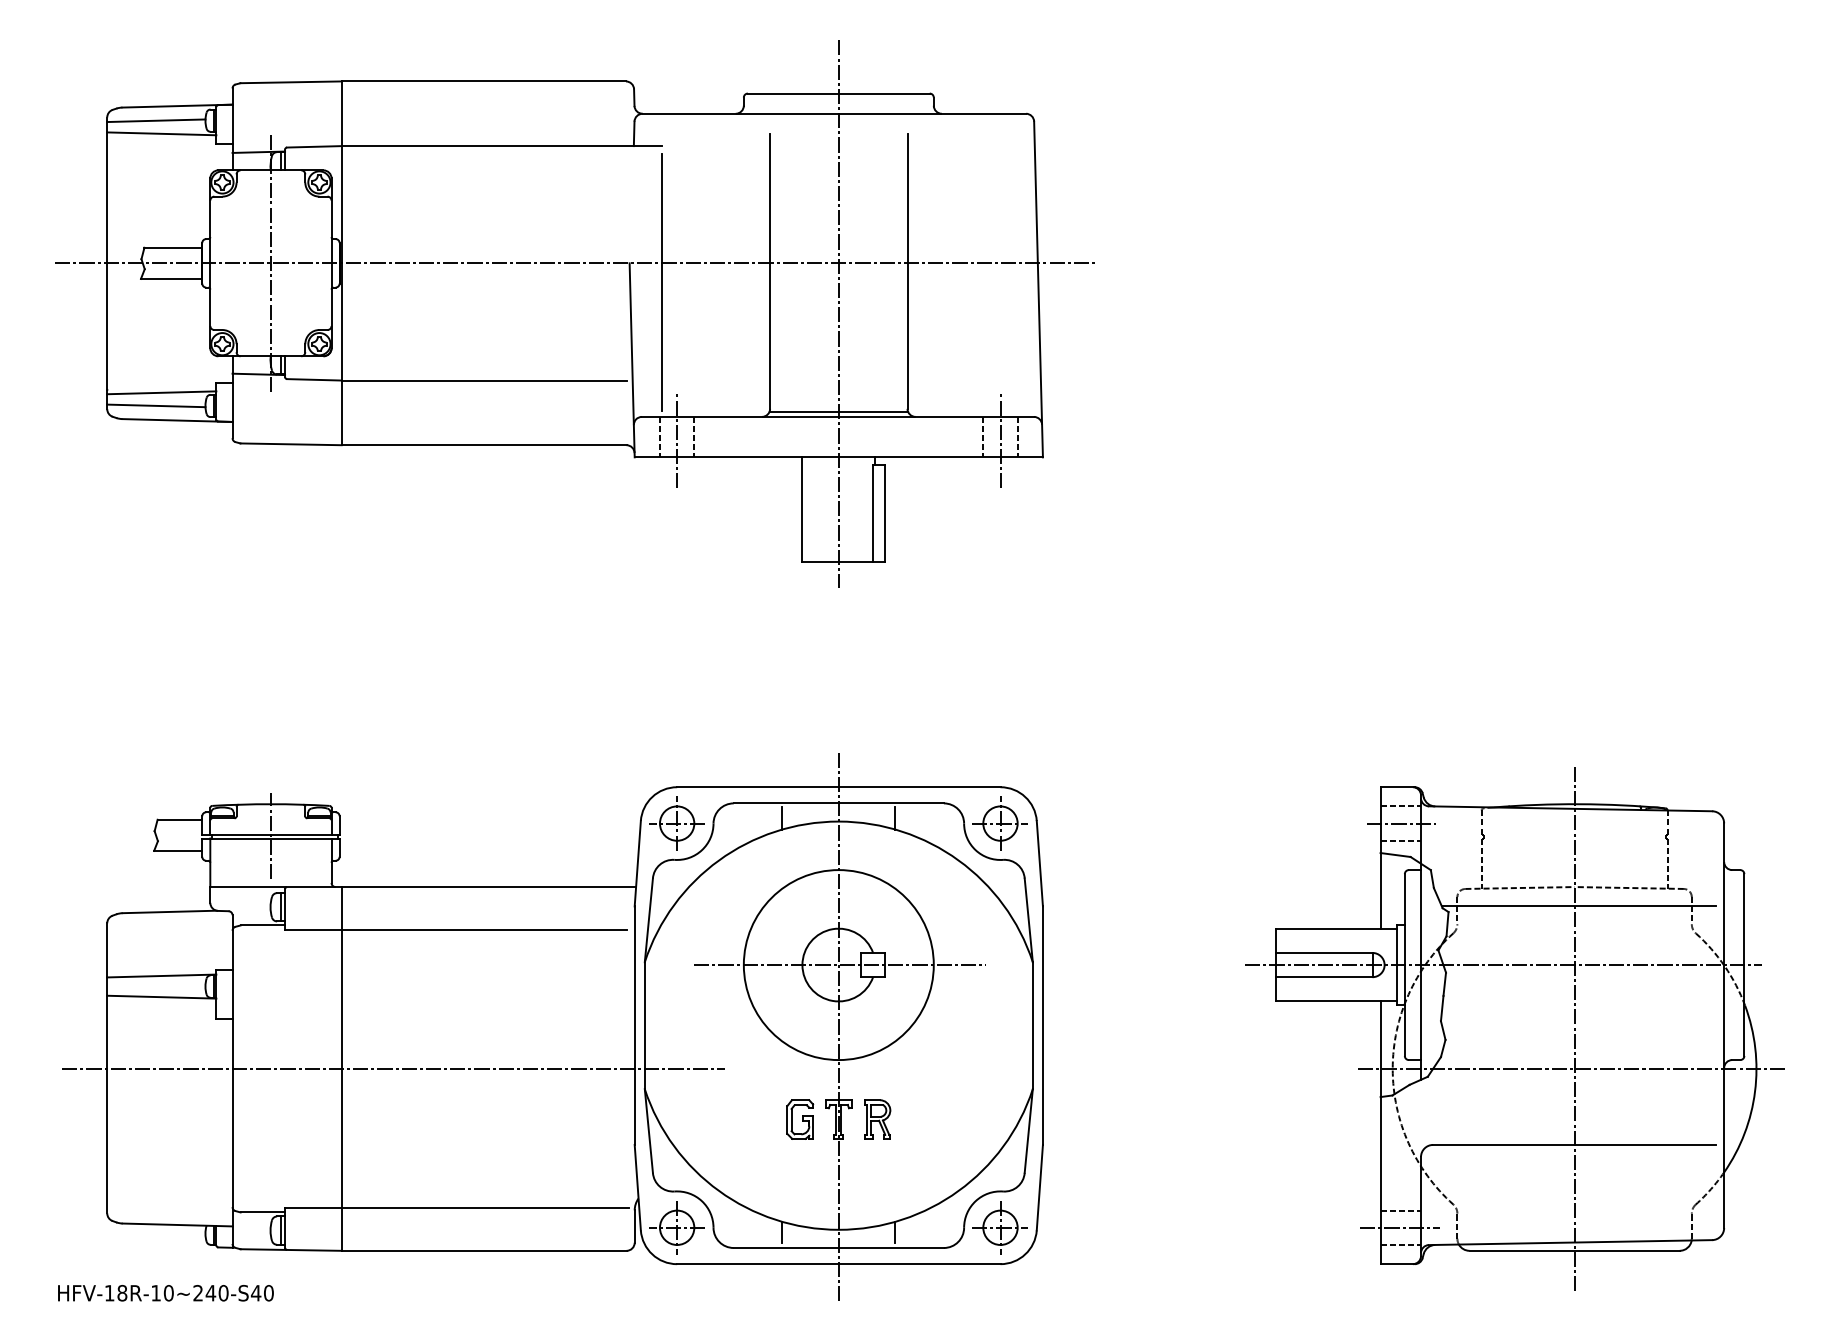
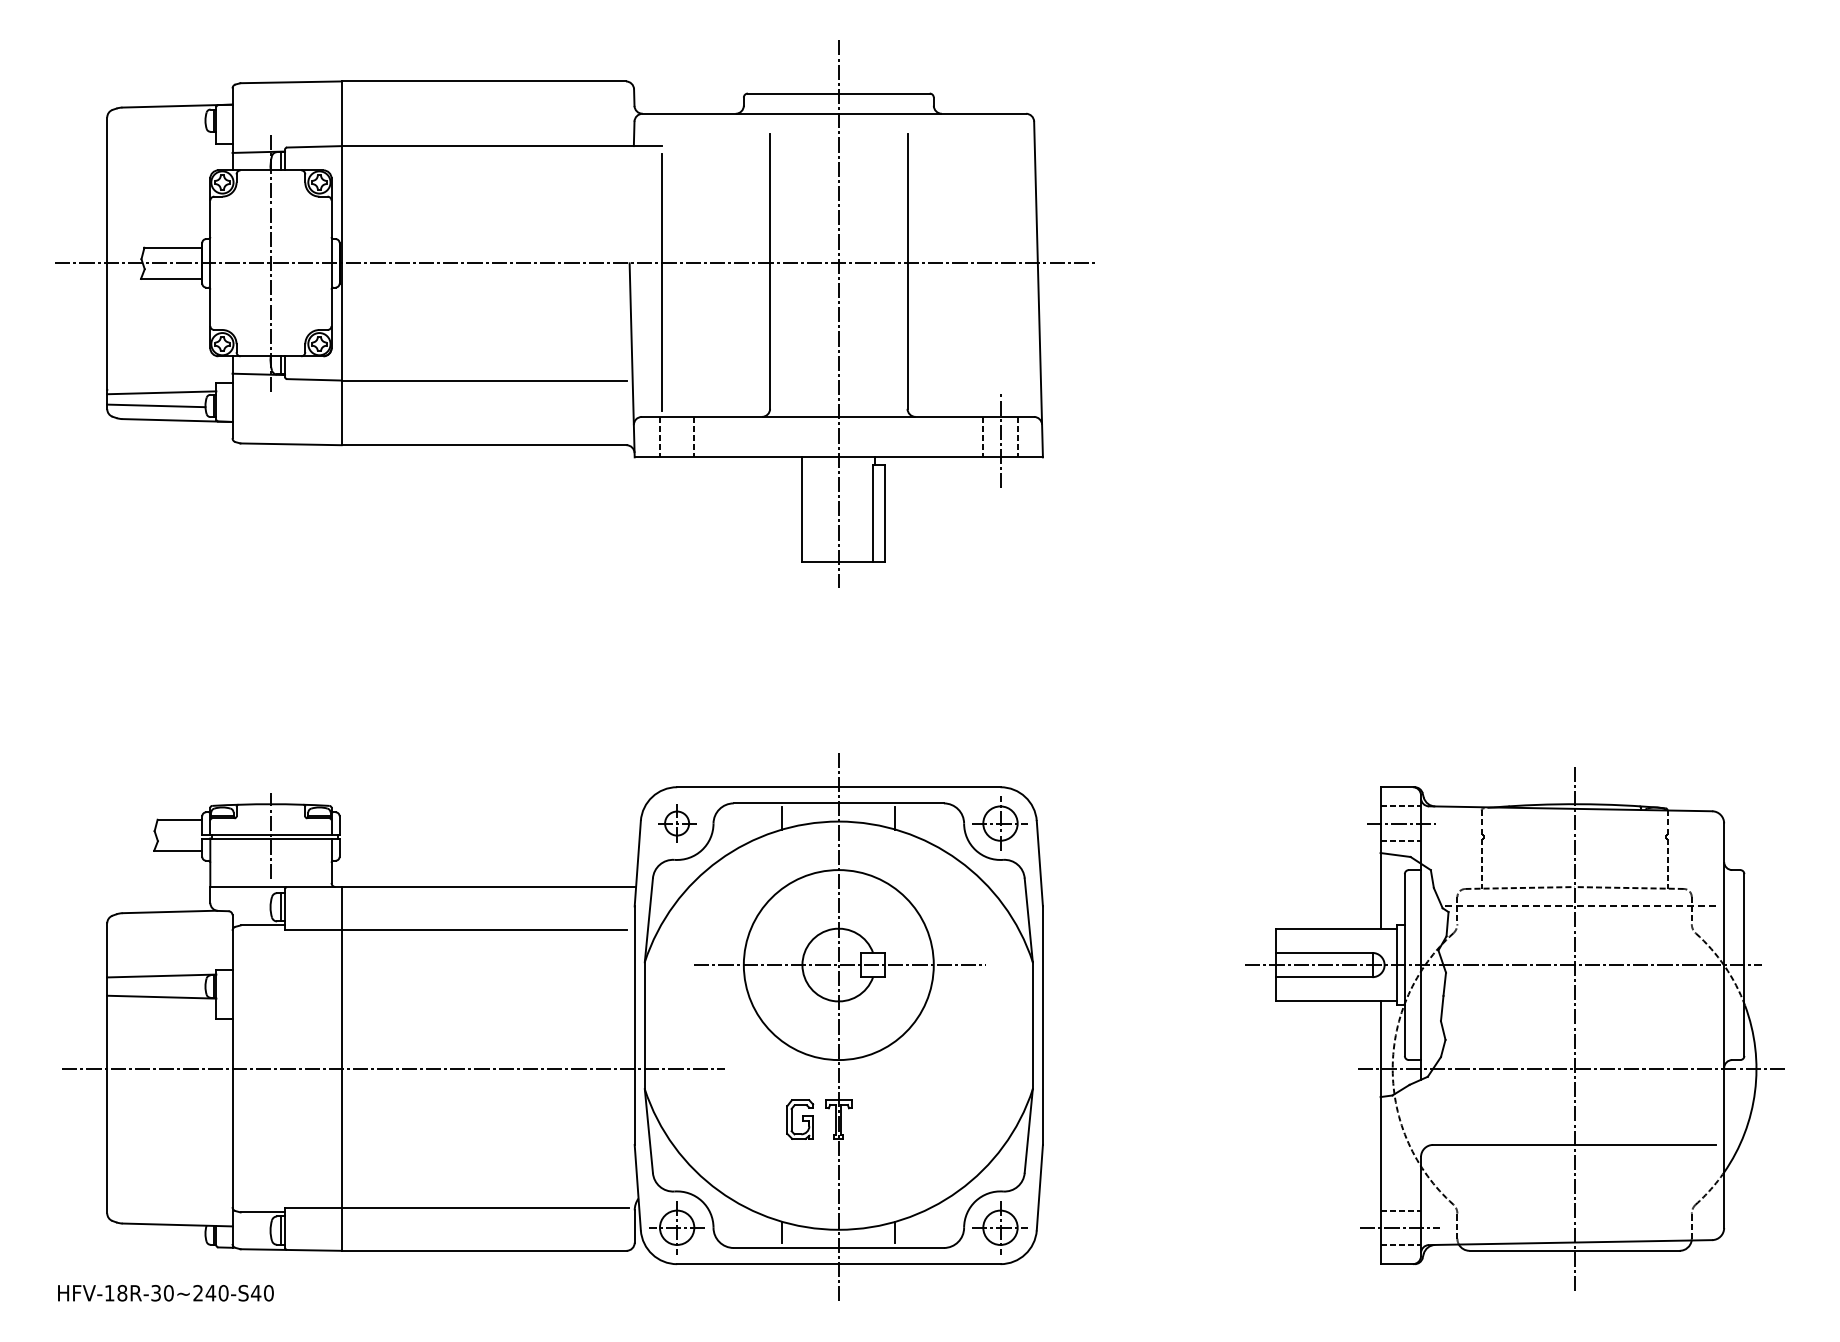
line at (156, 120): present -> none
line at (161, 133): present -> none
line at (838, 411): present -> none
line at (677, 439): present -> none
part at (676, 823) size: 56x55 px -> 39x39 px
line at (1578, 906): solid -> dashed
part at (877, 1119): present -> none
text at (155, 1292): HFV-18R-10~240-S40 -> HFV-18R-30~240-S40
